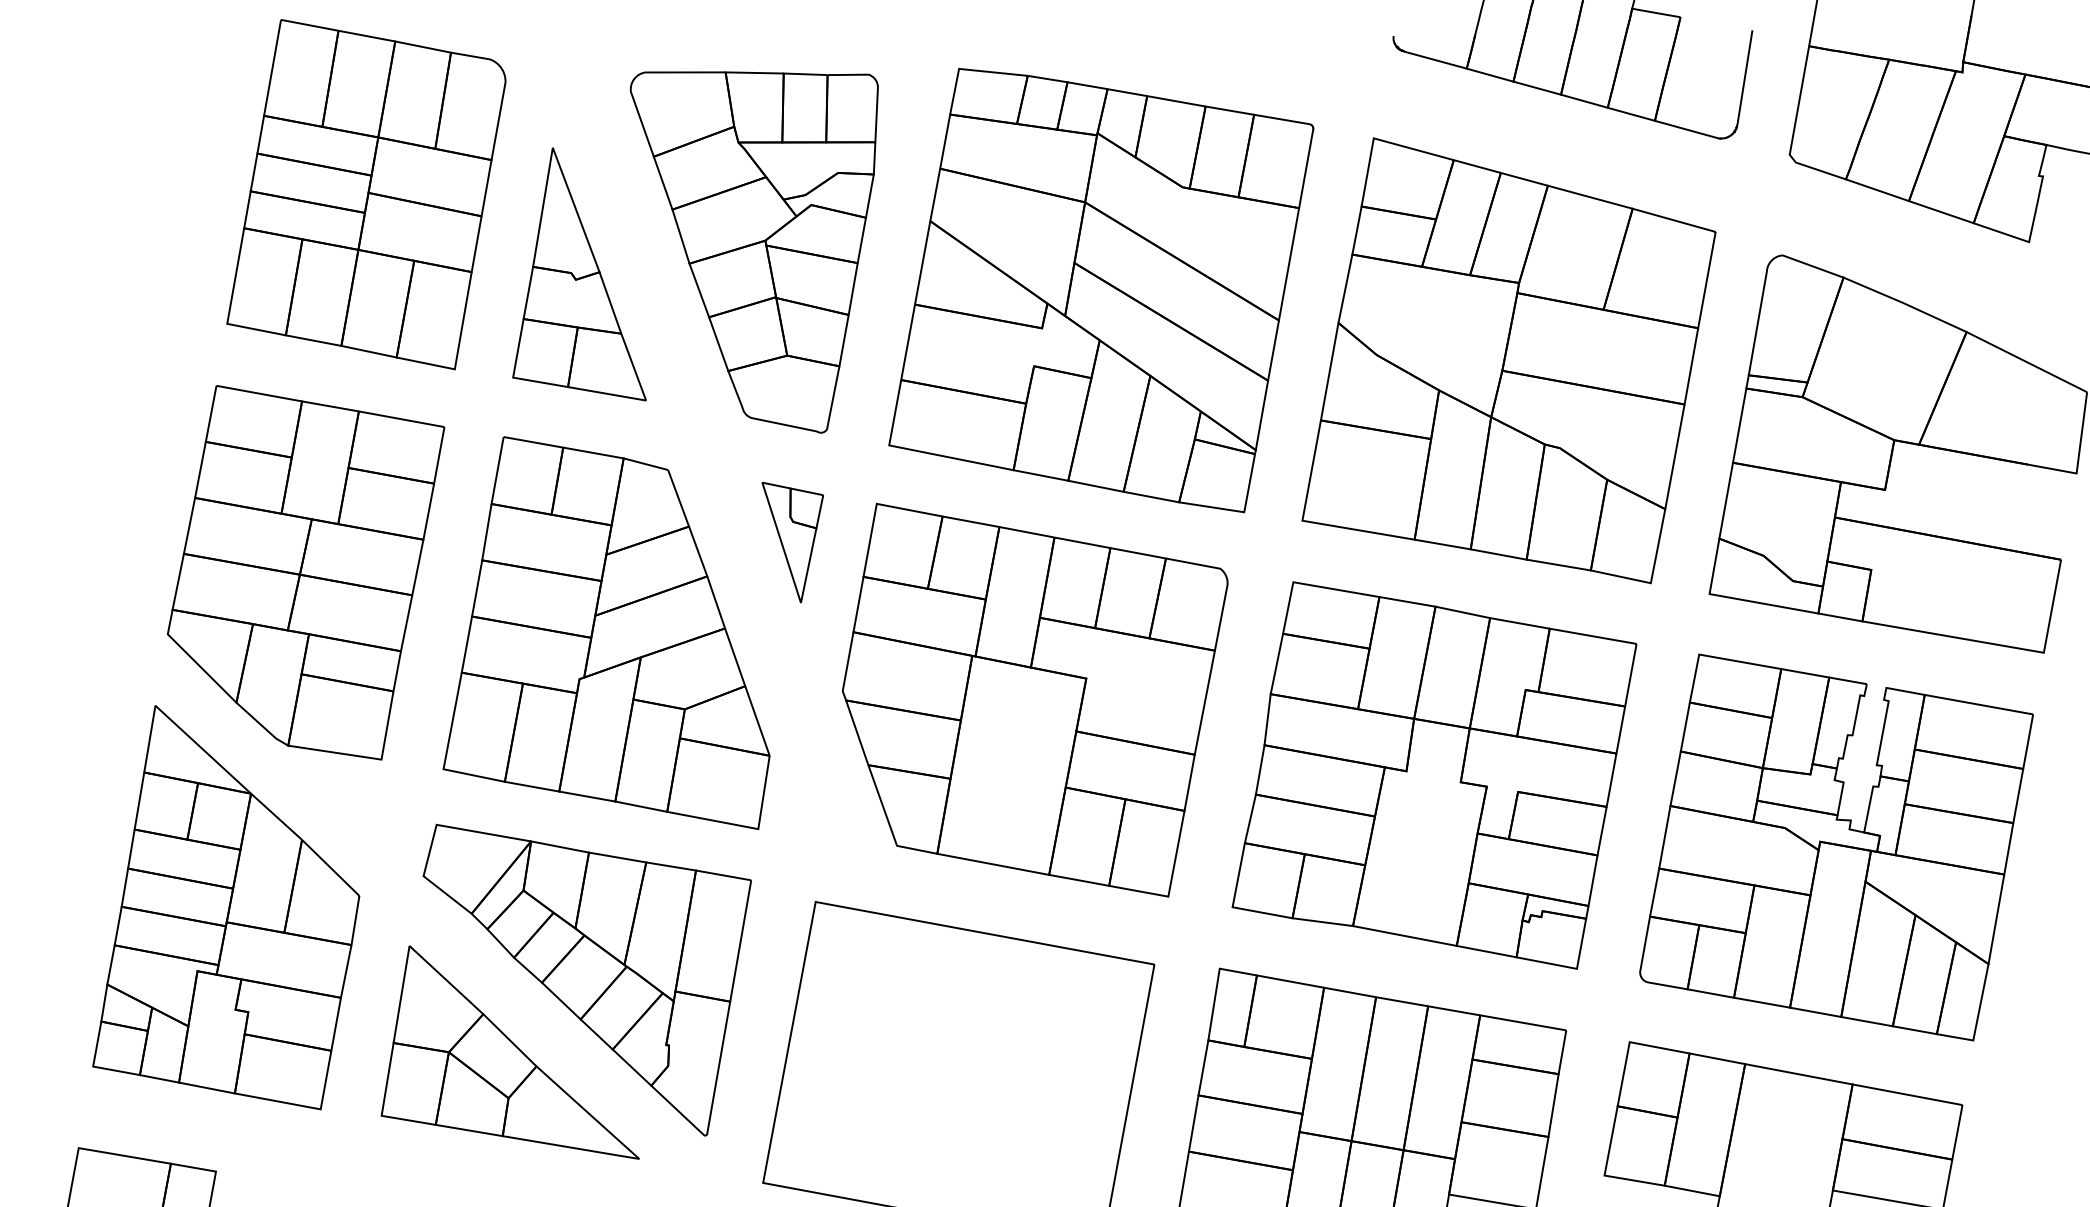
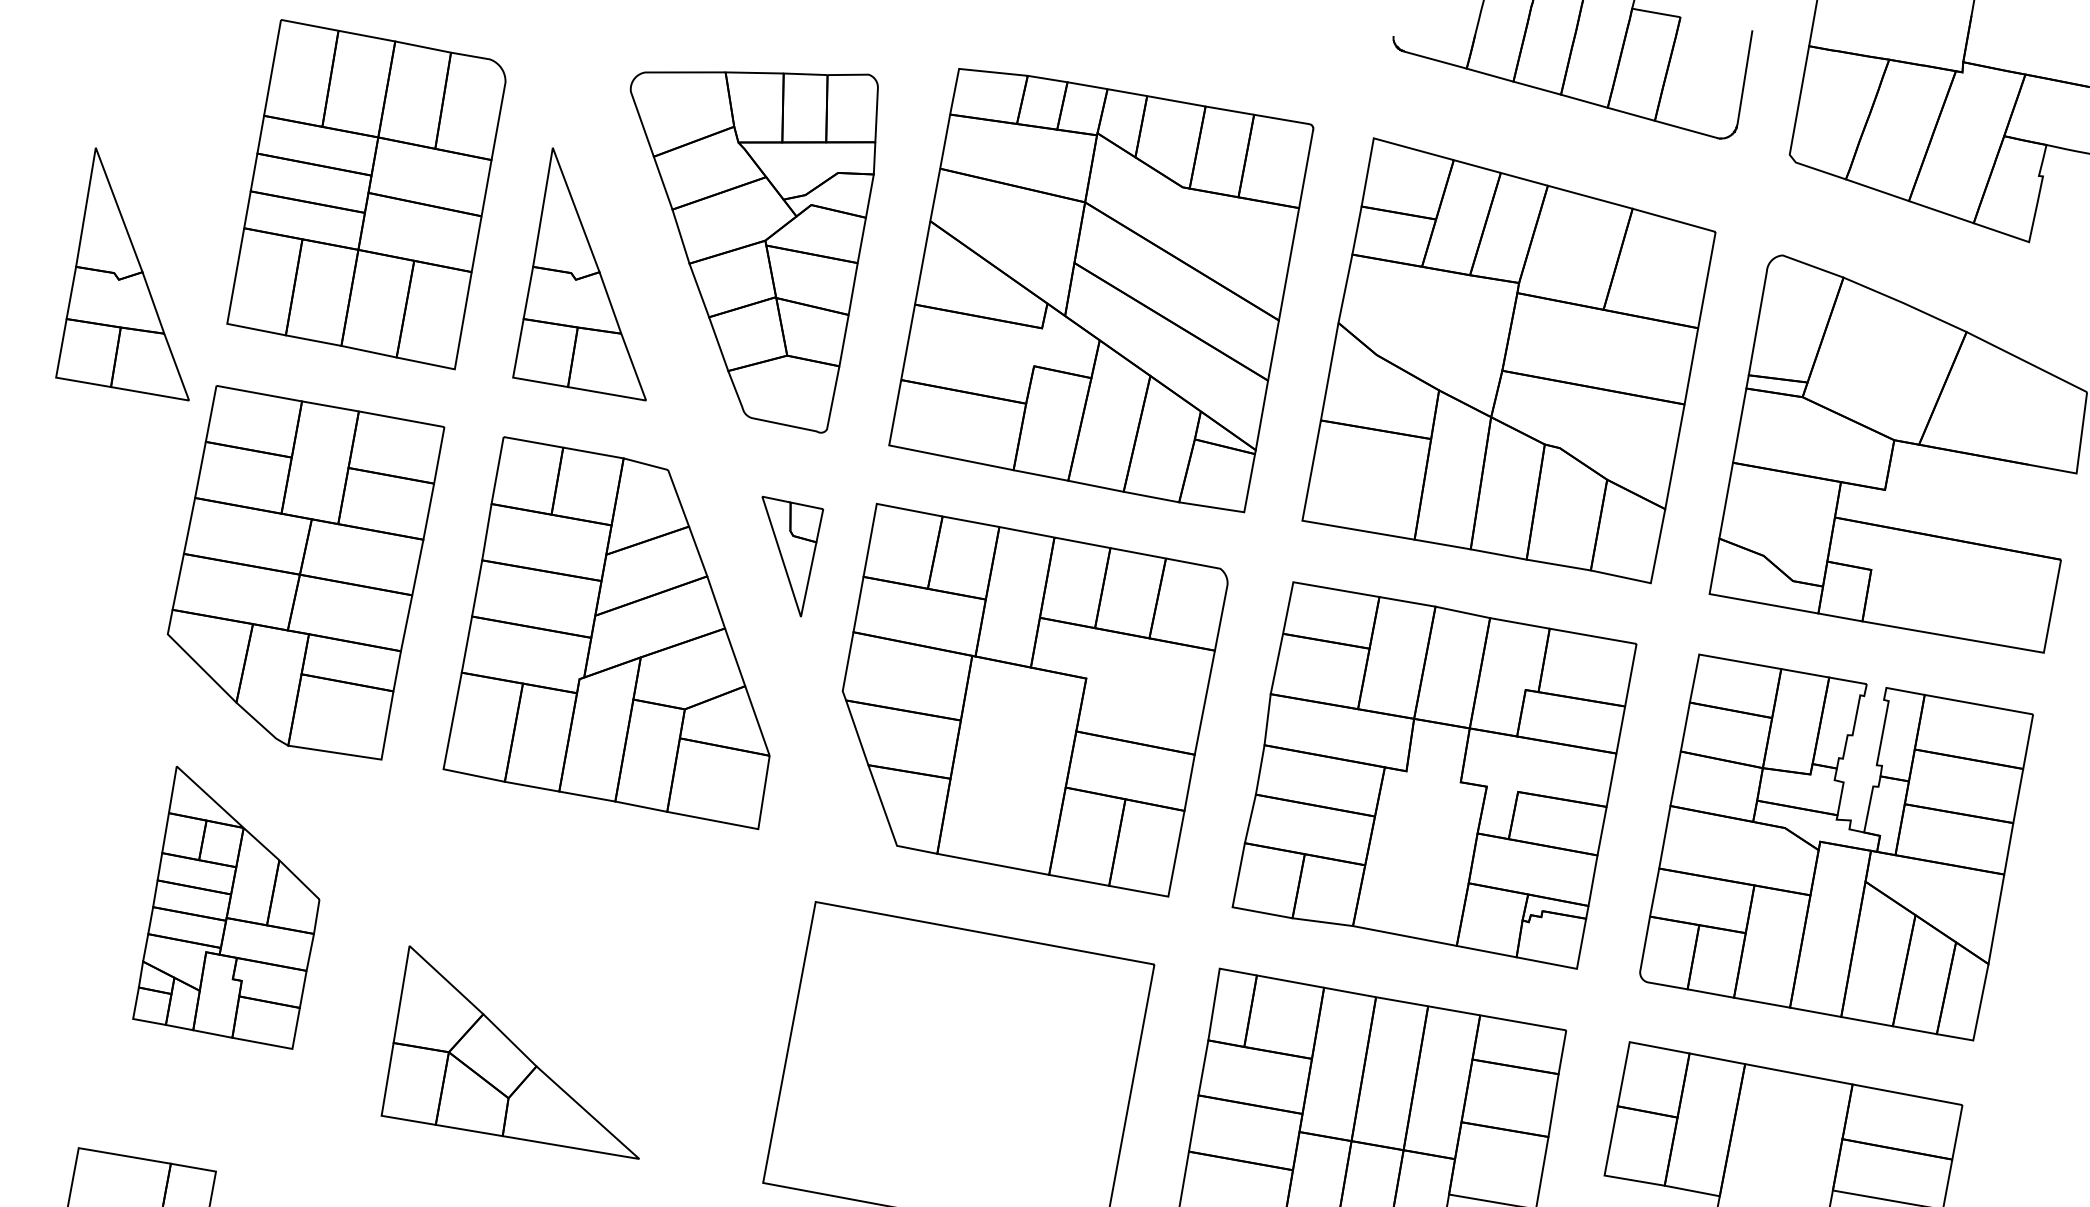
part at (122, 274): none -> present
part at (792, 542) position: (792, 542) -> (792, 556)
part at (226, 907) size: 269x406 px -> 189x285 px
part at (586, 979): present -> none
